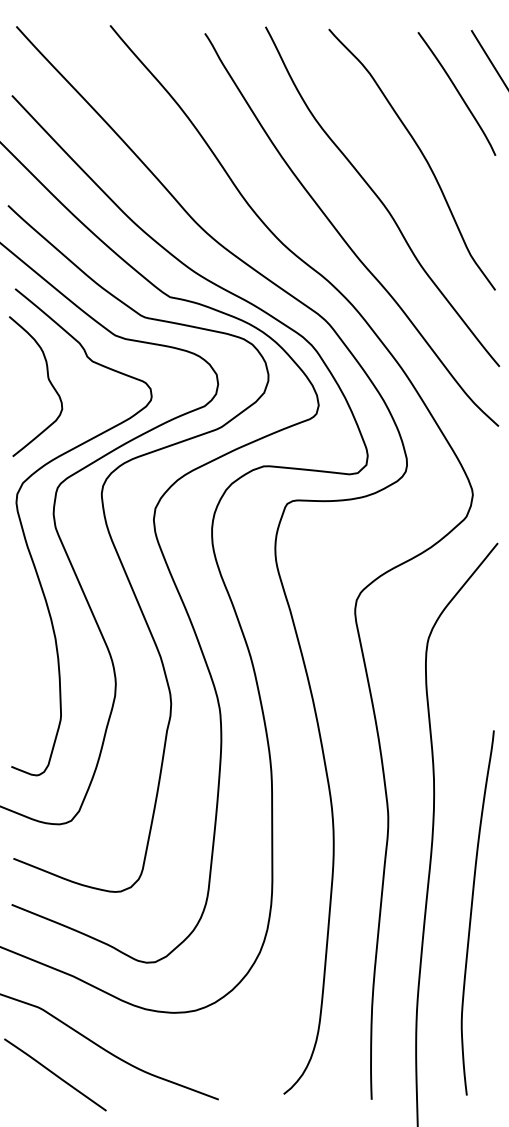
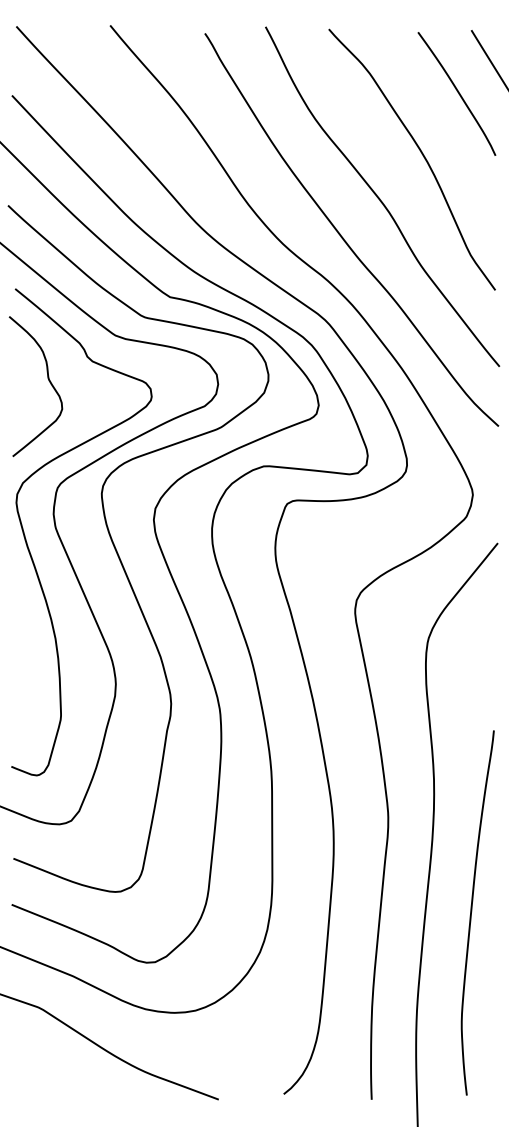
line at (55, 1074): present -> none
